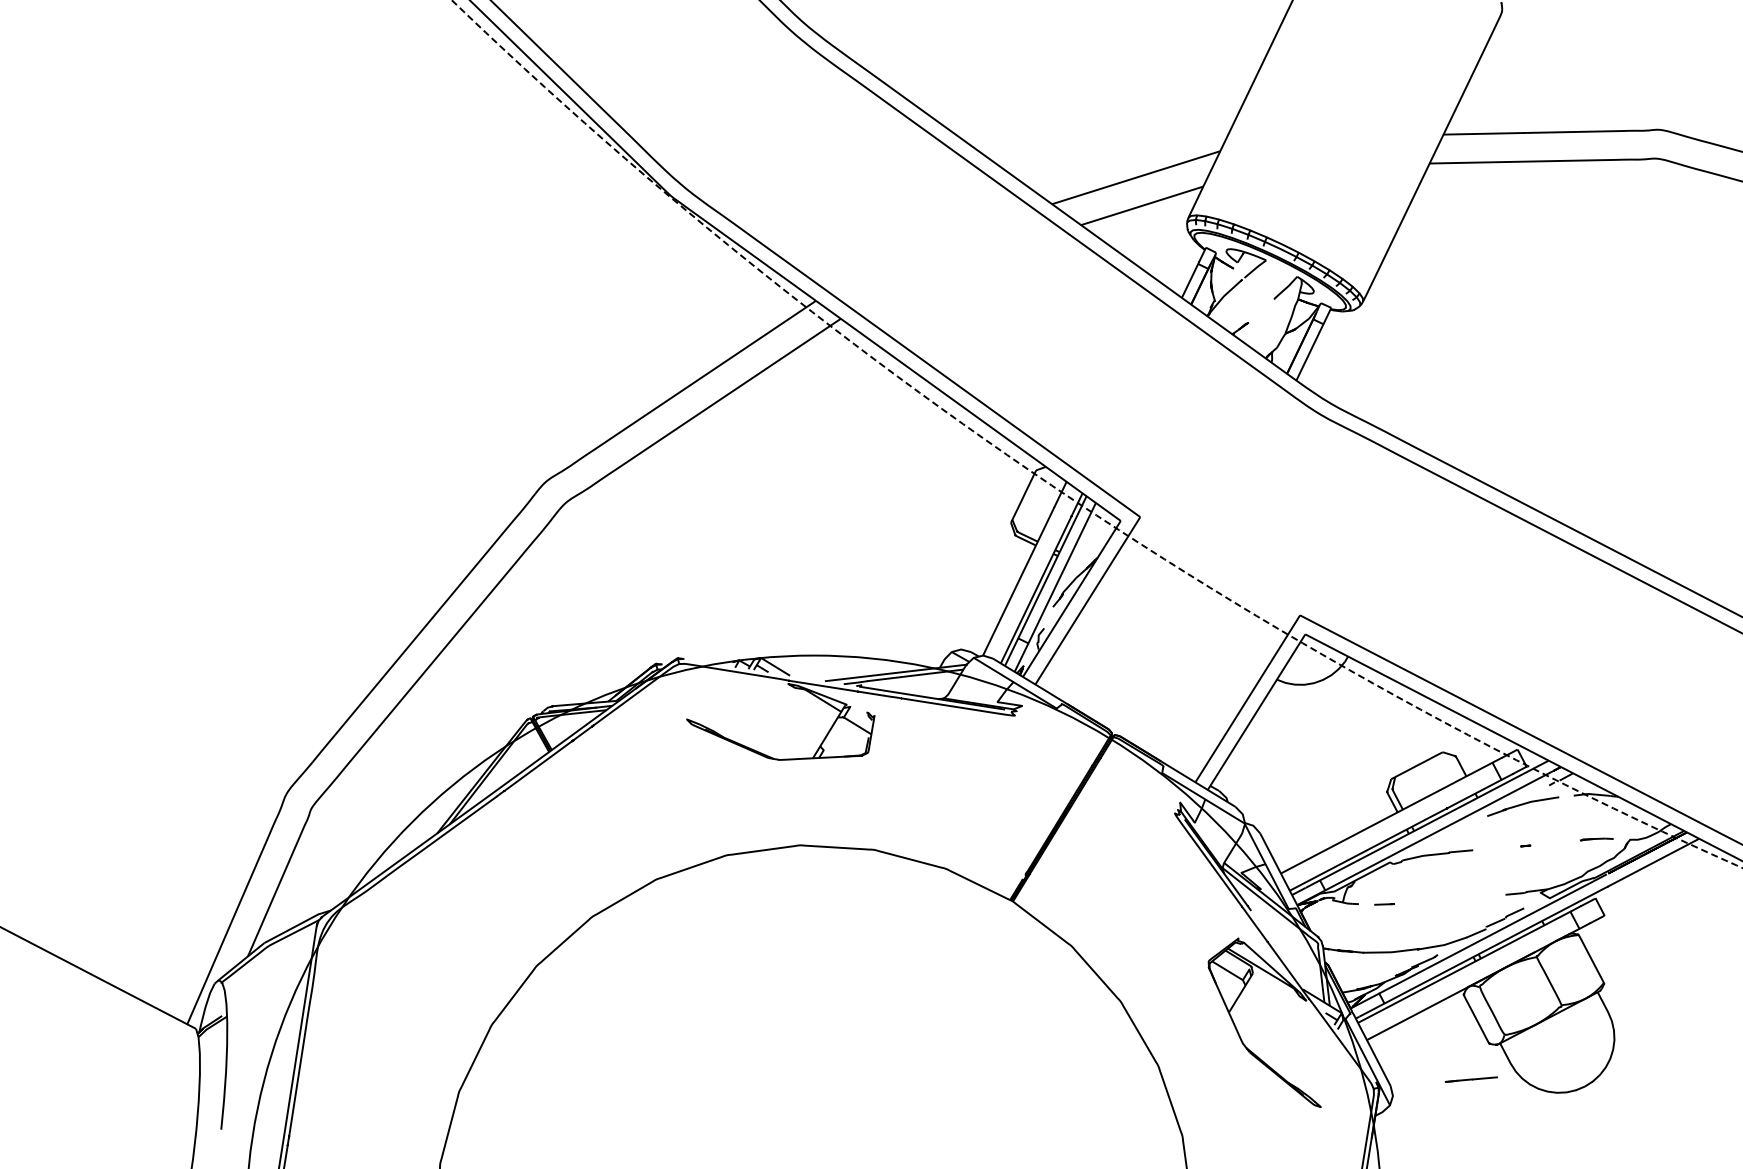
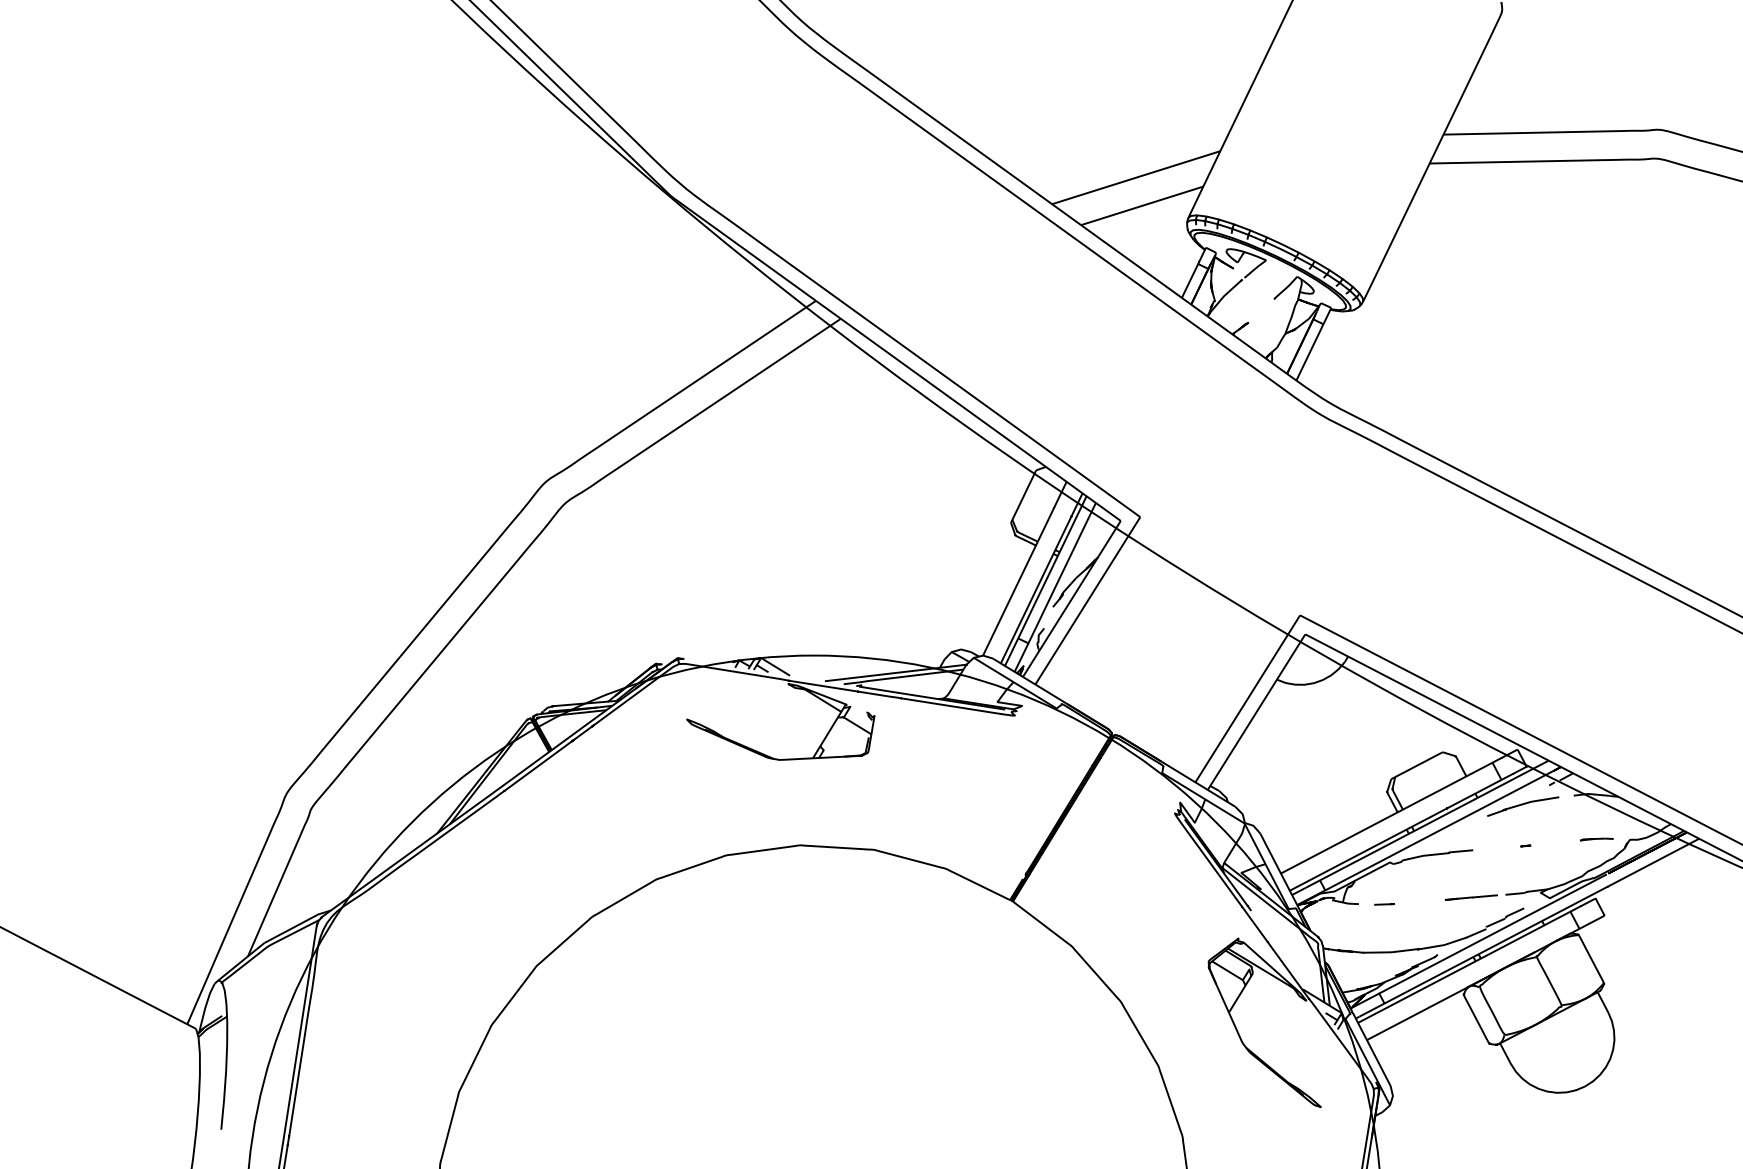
circle at (1096, 434): dashed -> solid
line at (1471, 1079) position: (1471, 1079) -> (1471, 897)
